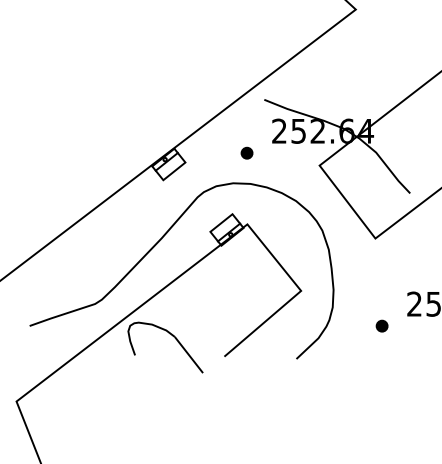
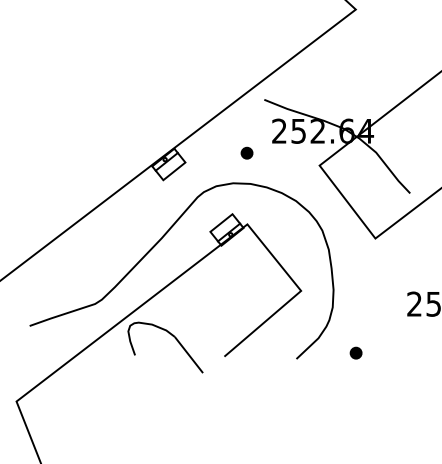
part at (381, 325) position: (381, 325) -> (355, 352)
